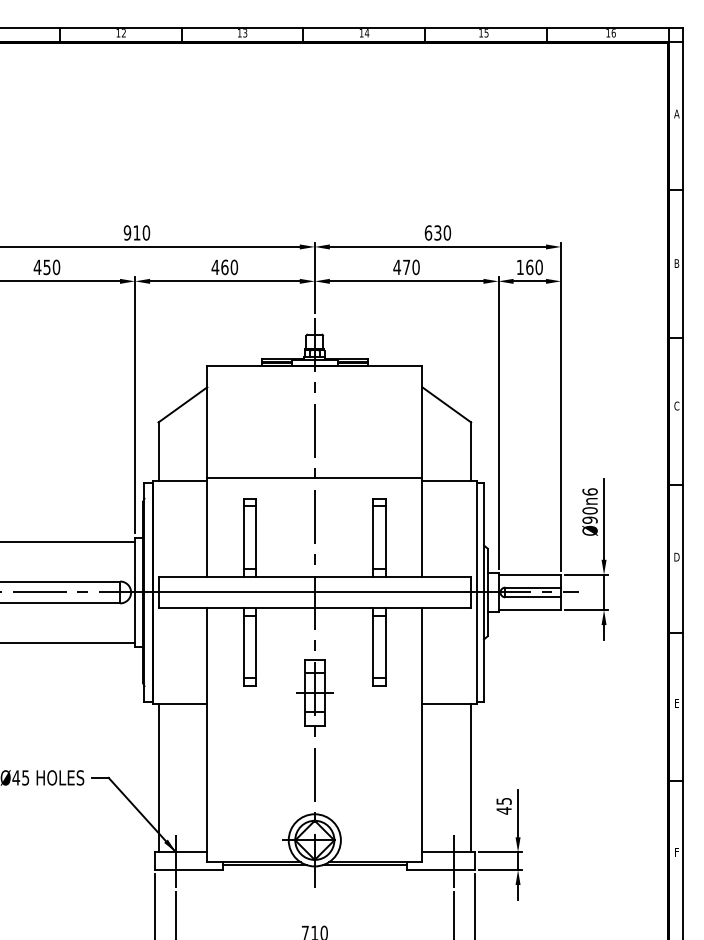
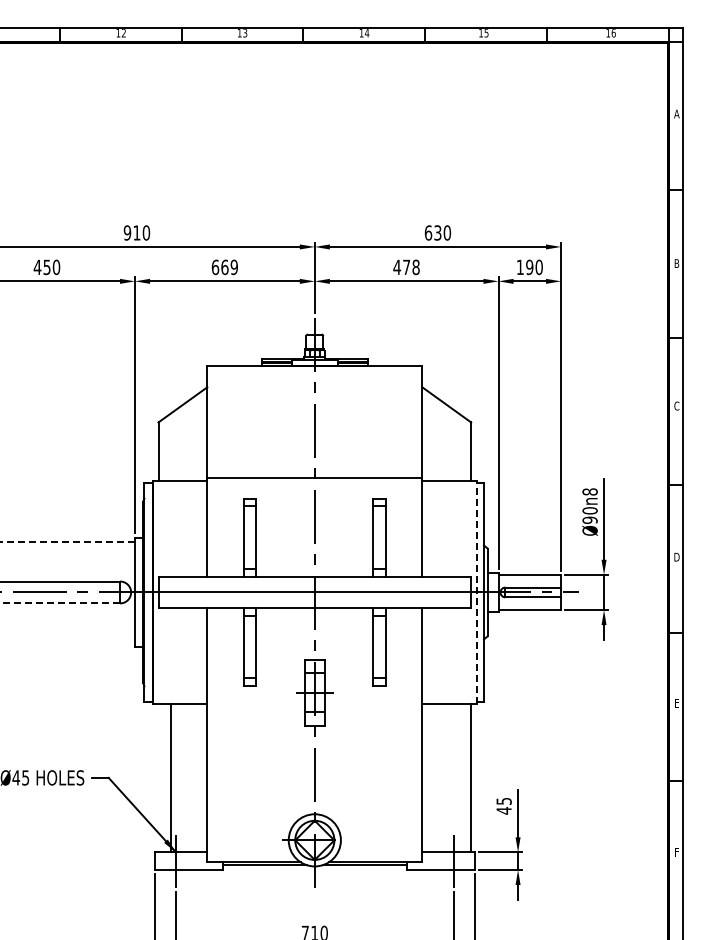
text at (224, 267): 460 -> 669
text at (415, 267): 470 -> 478
text at (529, 267): 160 -> 190
text at (589, 491): Ø90n6 -> Ø90n8
line at (67, 541): solid -> dashed
line at (477, 591): solid -> dashed
line at (60, 603): solid -> dashed
line at (68, 643): present -> none
line at (158, 777) position: (158, 777) -> (170, 777)
